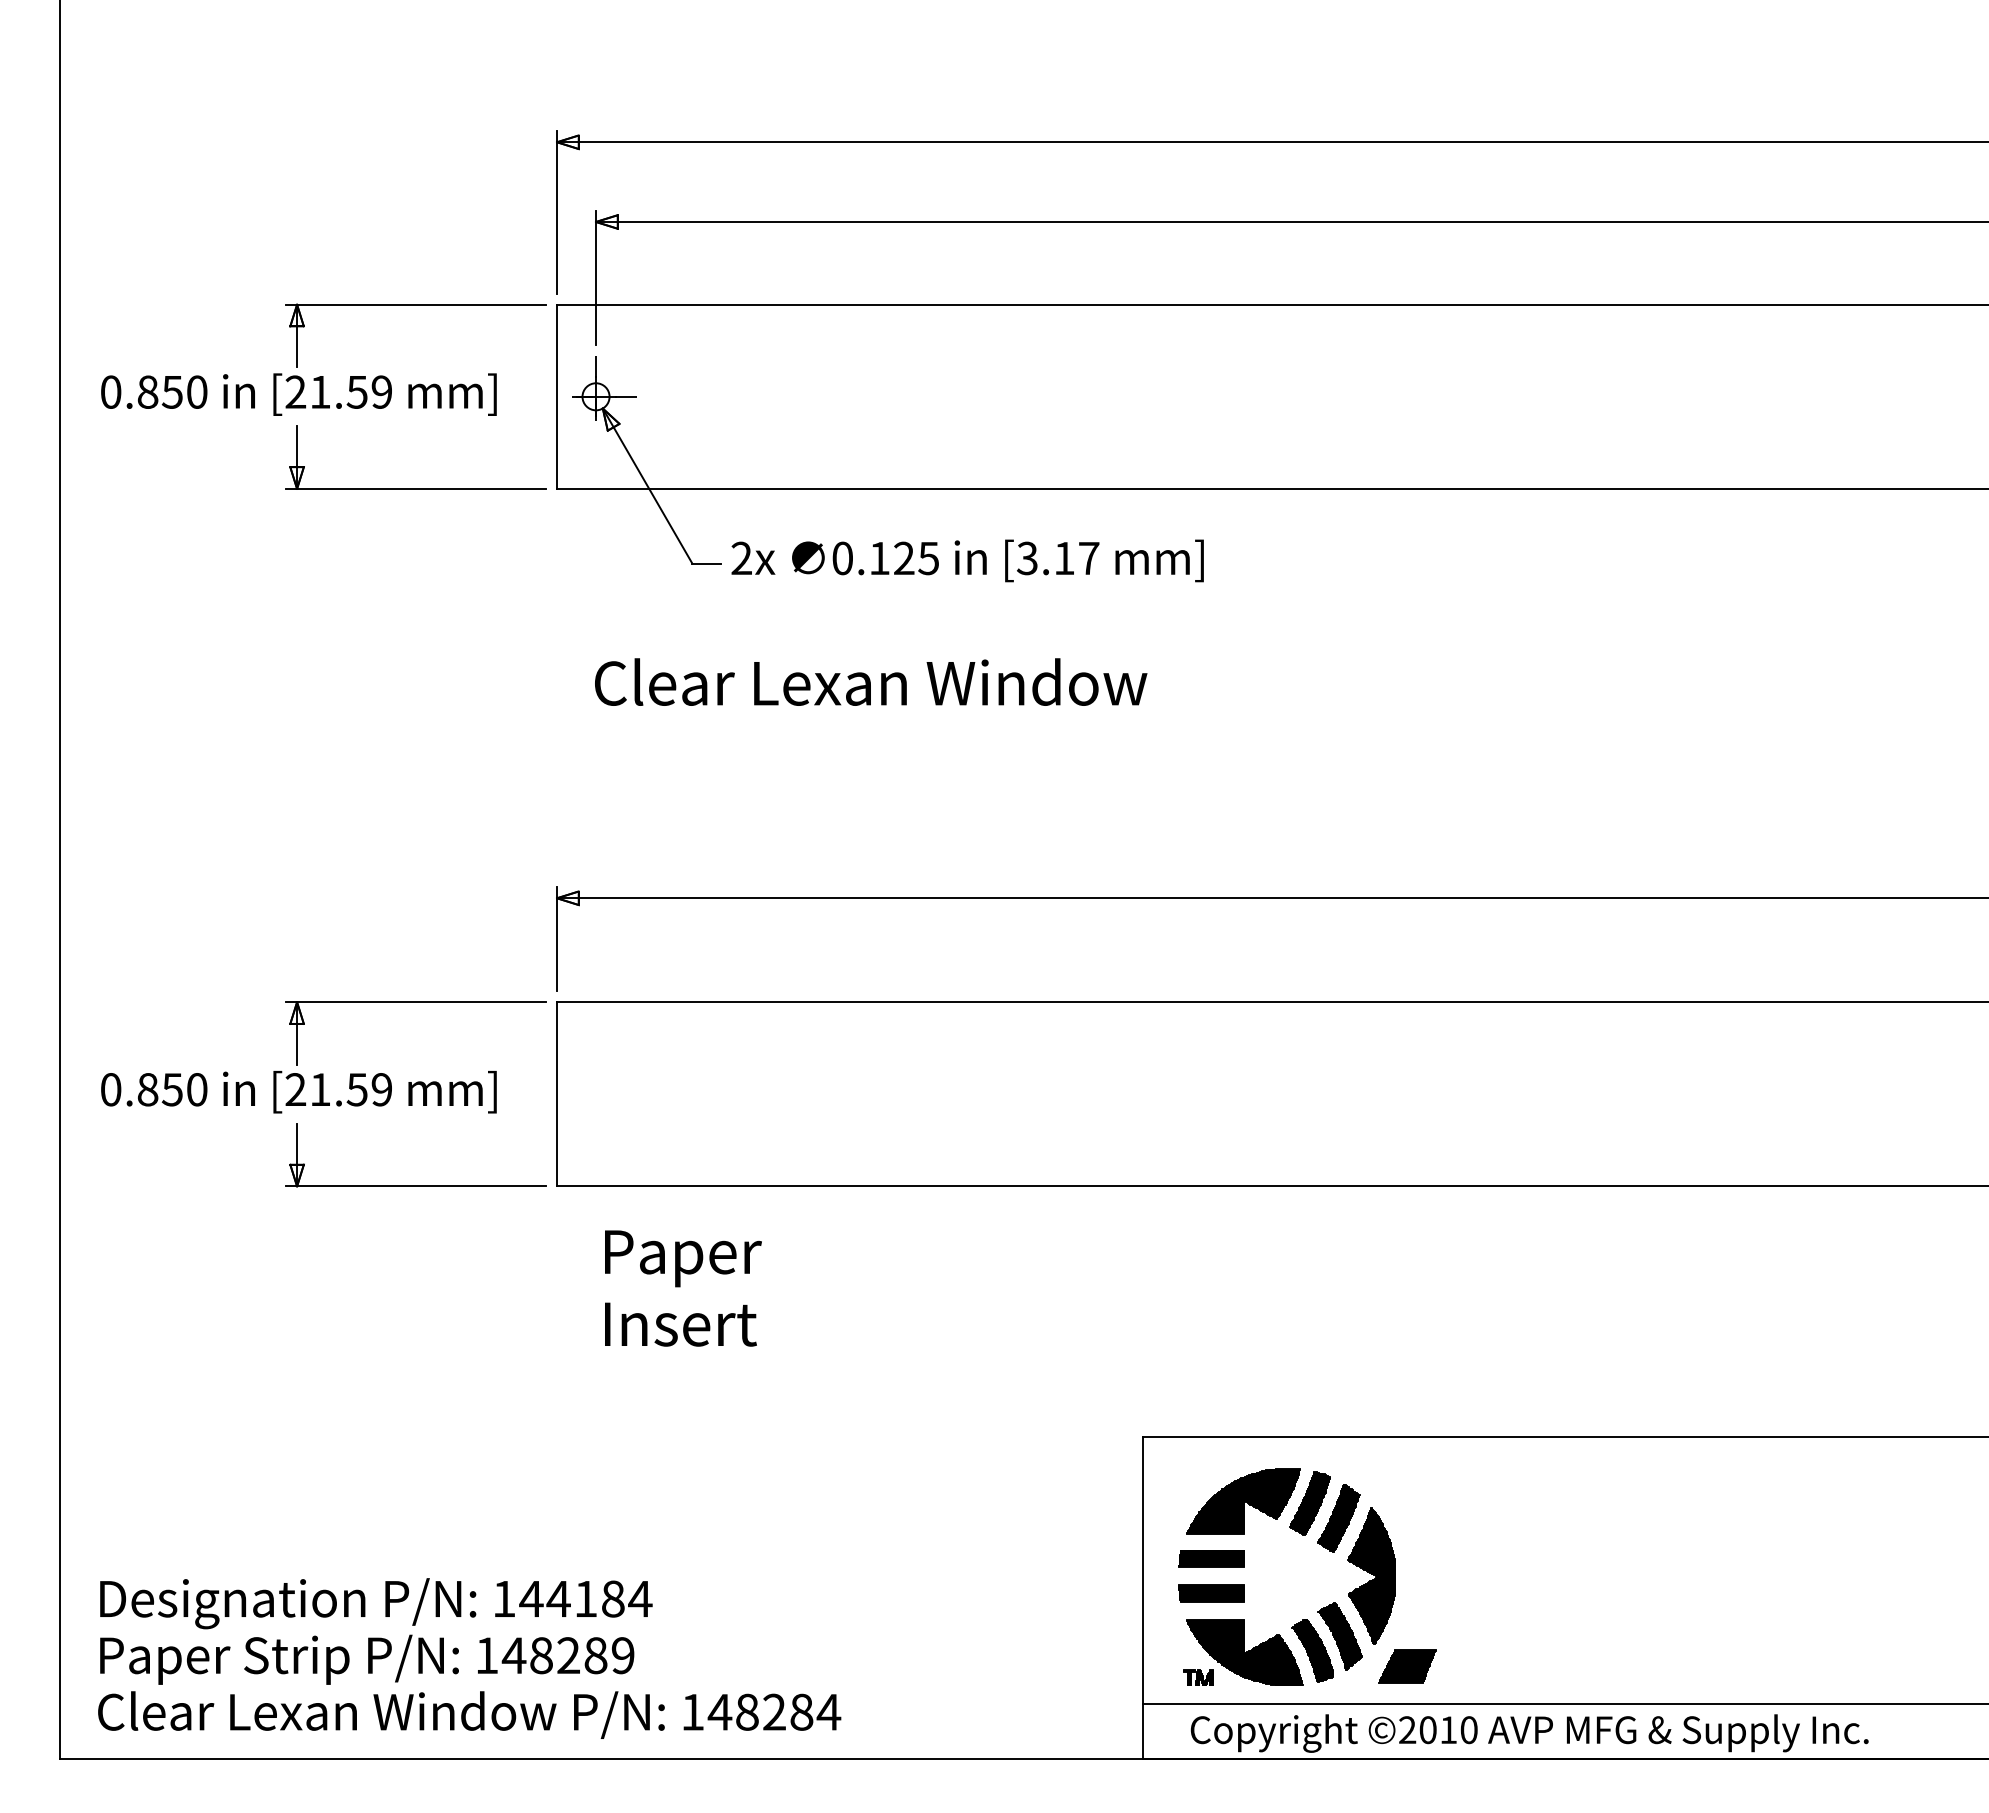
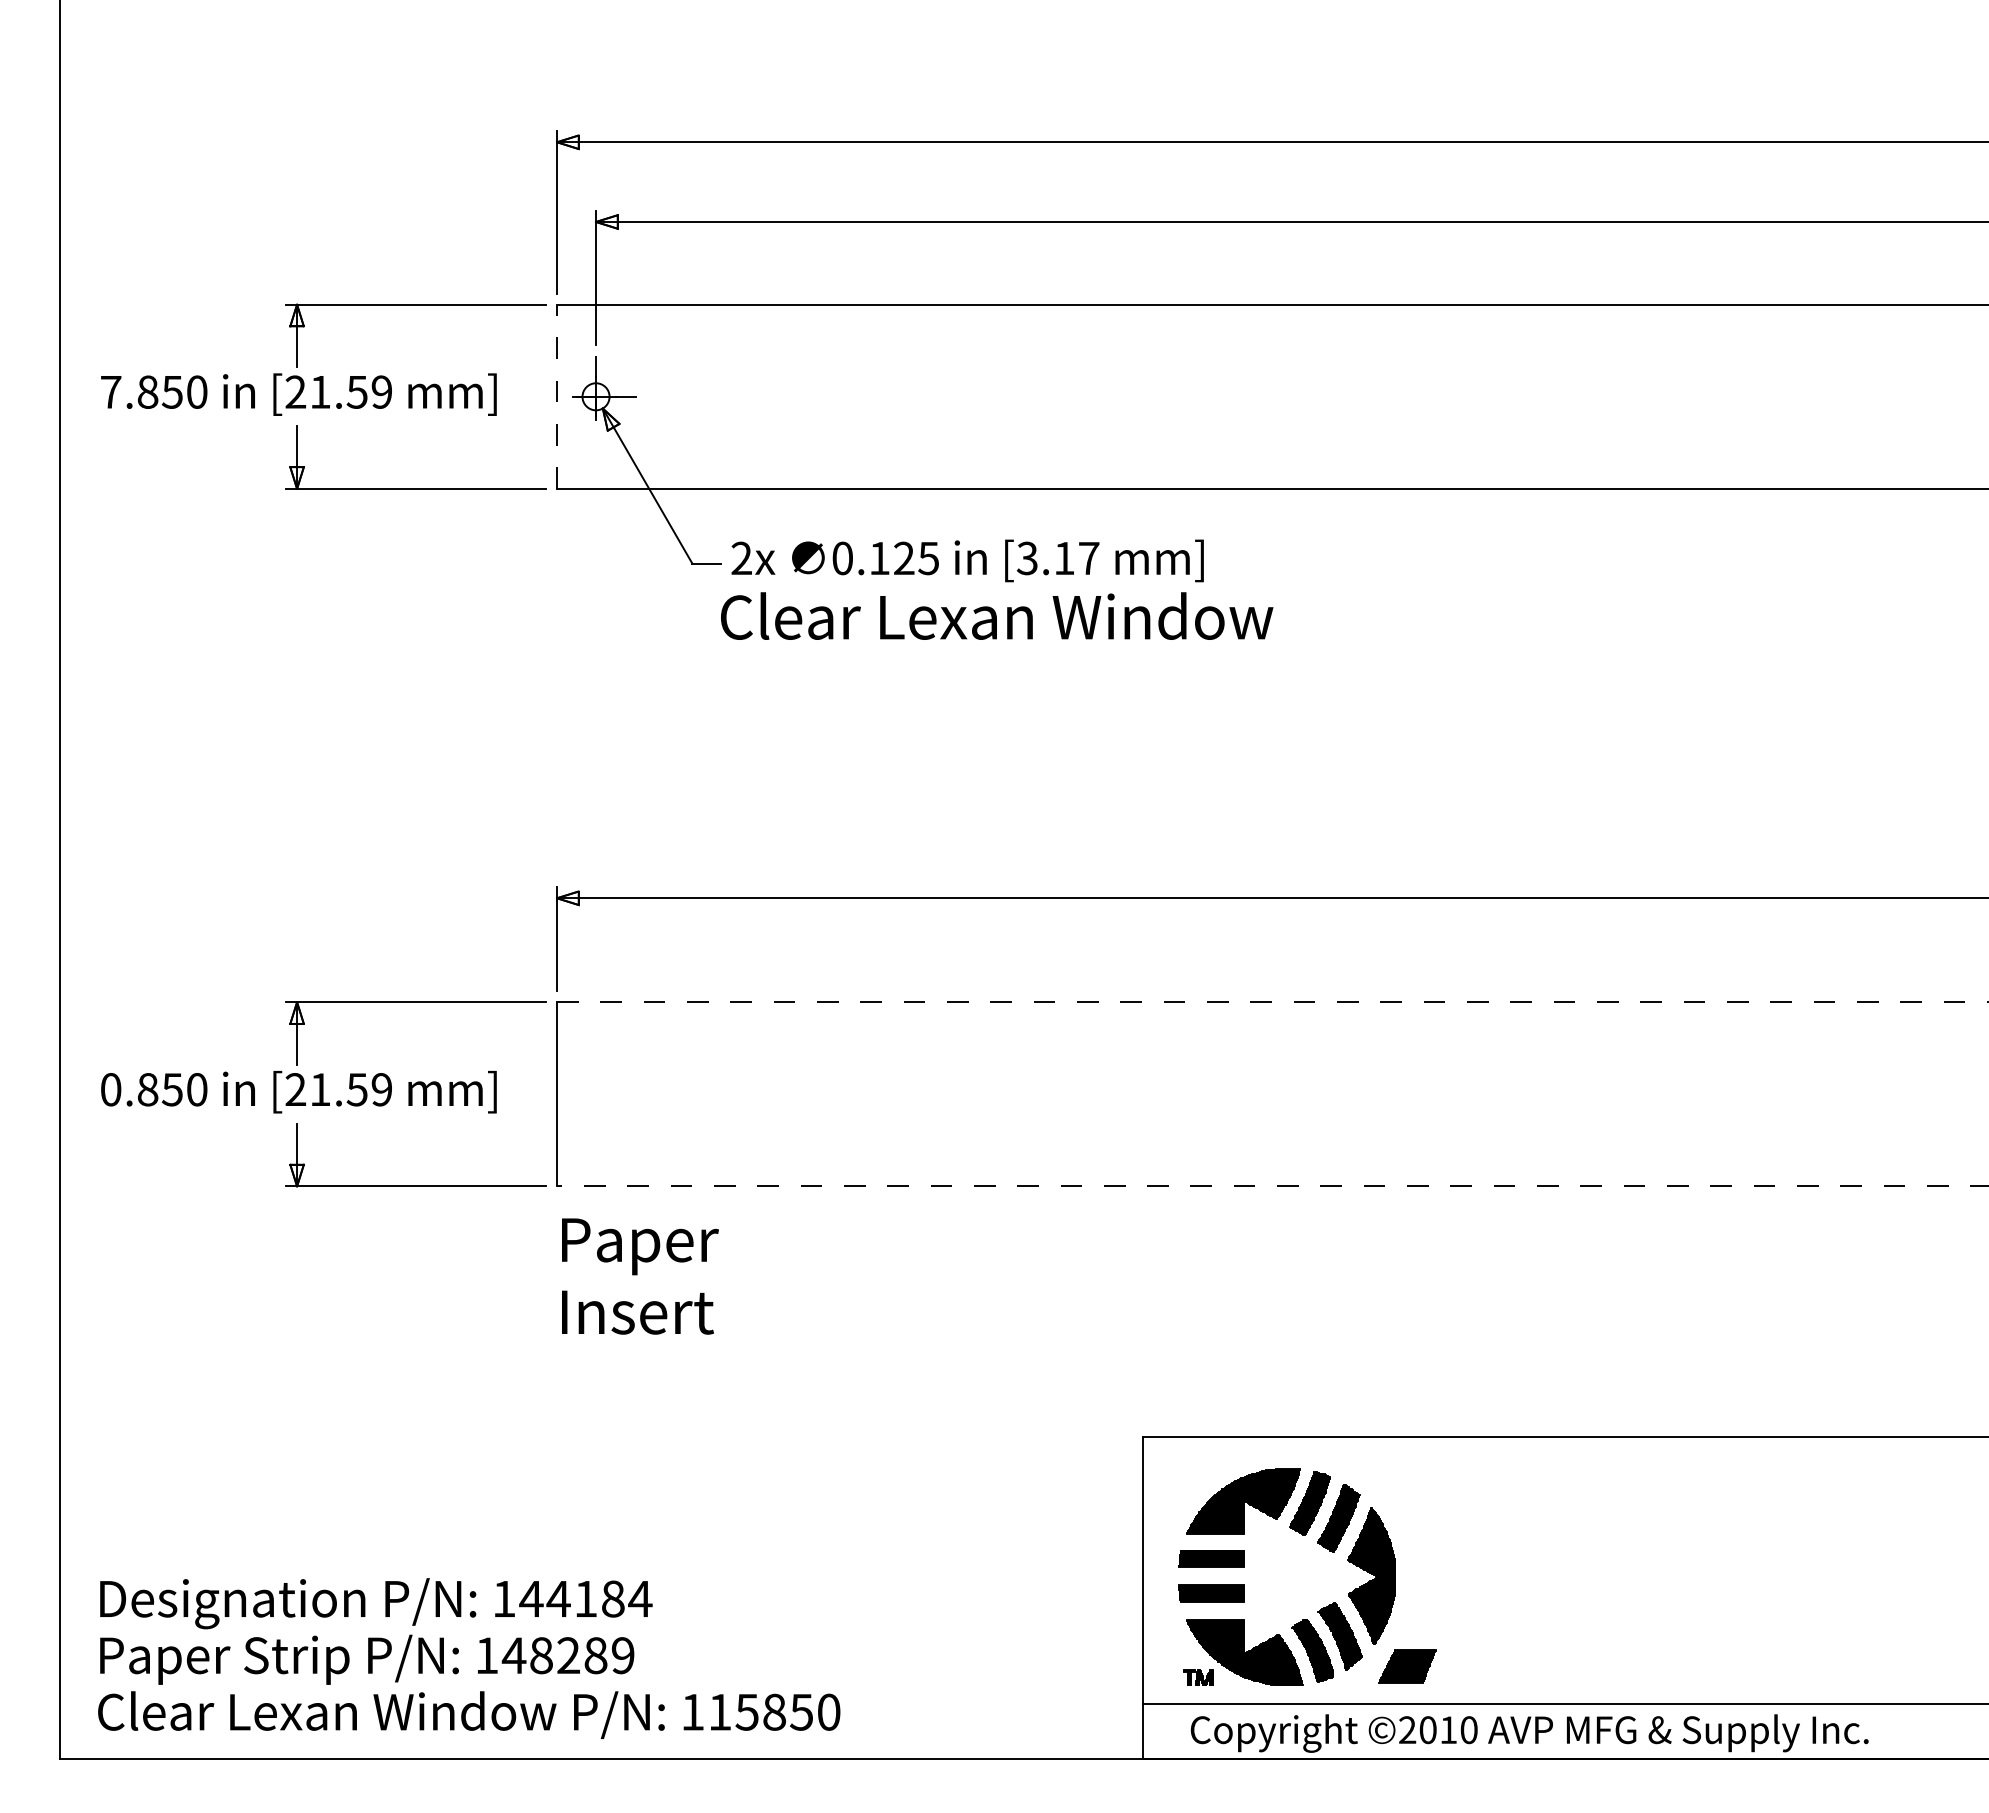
text at (111, 391): 0.850 -> 7.850
line at (557, 396): solid -> dashed
text at (871, 681) position: (871, 681) -> (997, 615)
line at (1272, 1002): solid -> dashed
line at (1272, 1186): solid -> dashed
text at (683, 1288) position: (683, 1288) -> (640, 1276)
text at (774, 1711): 148284 -> 115850
